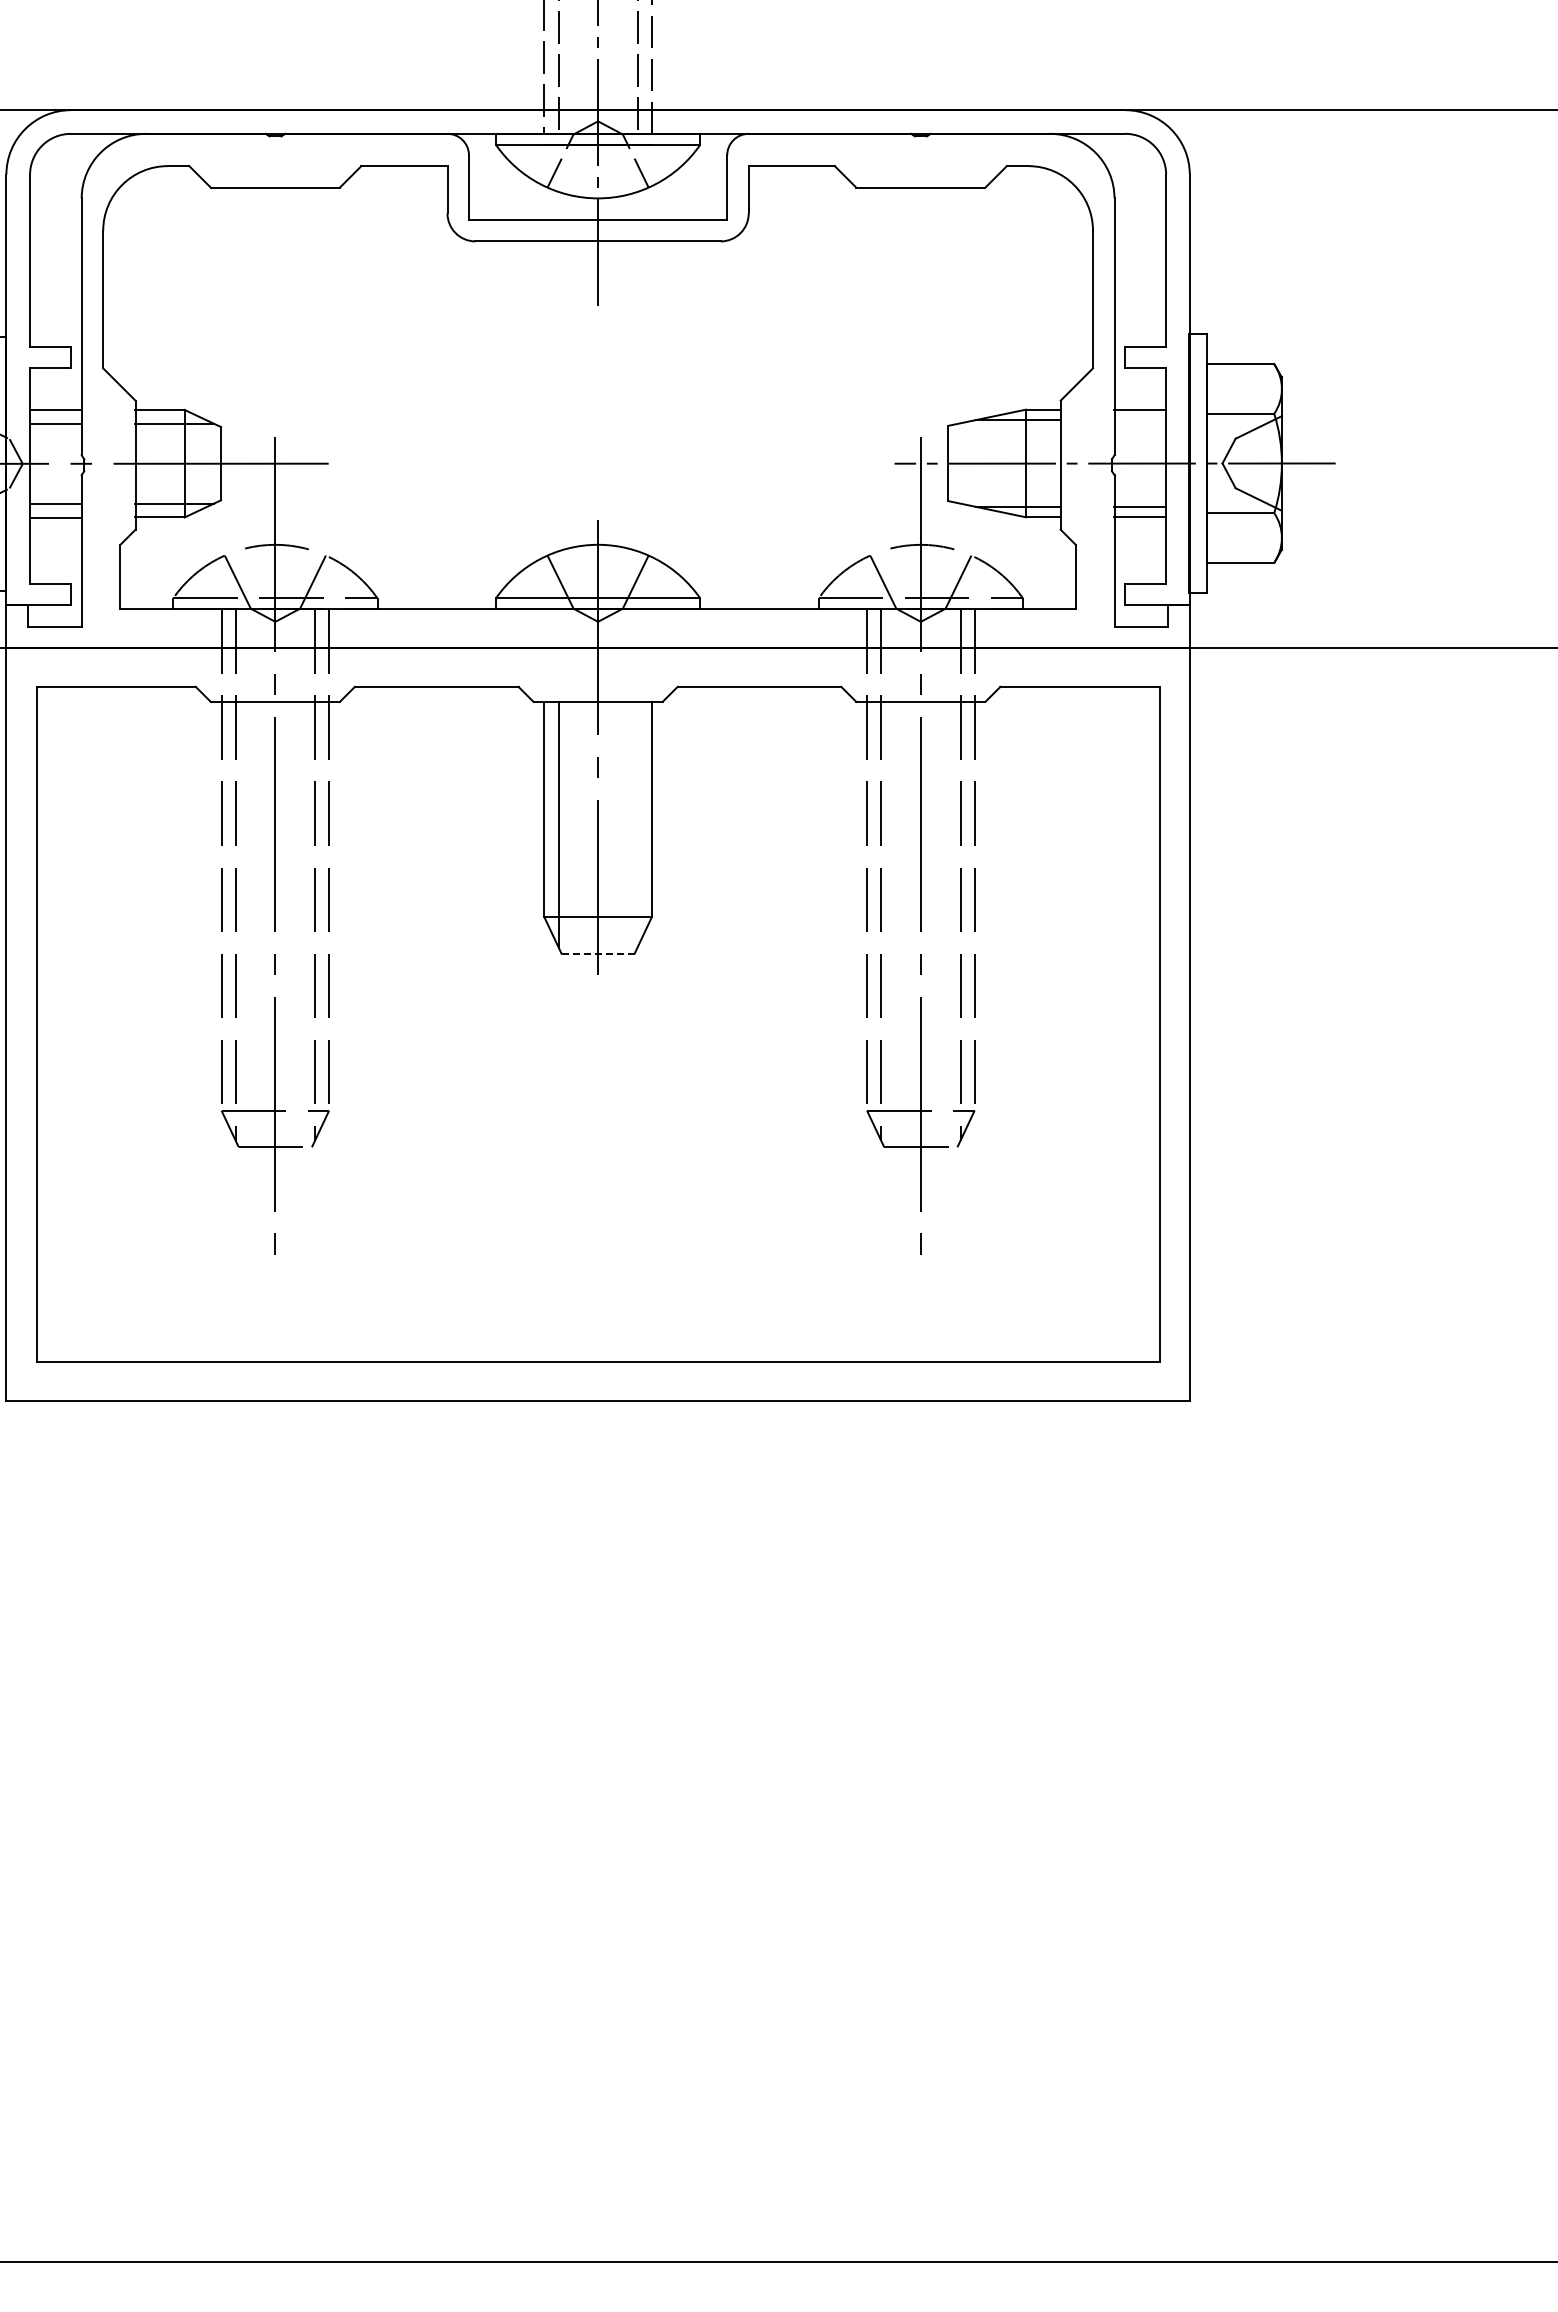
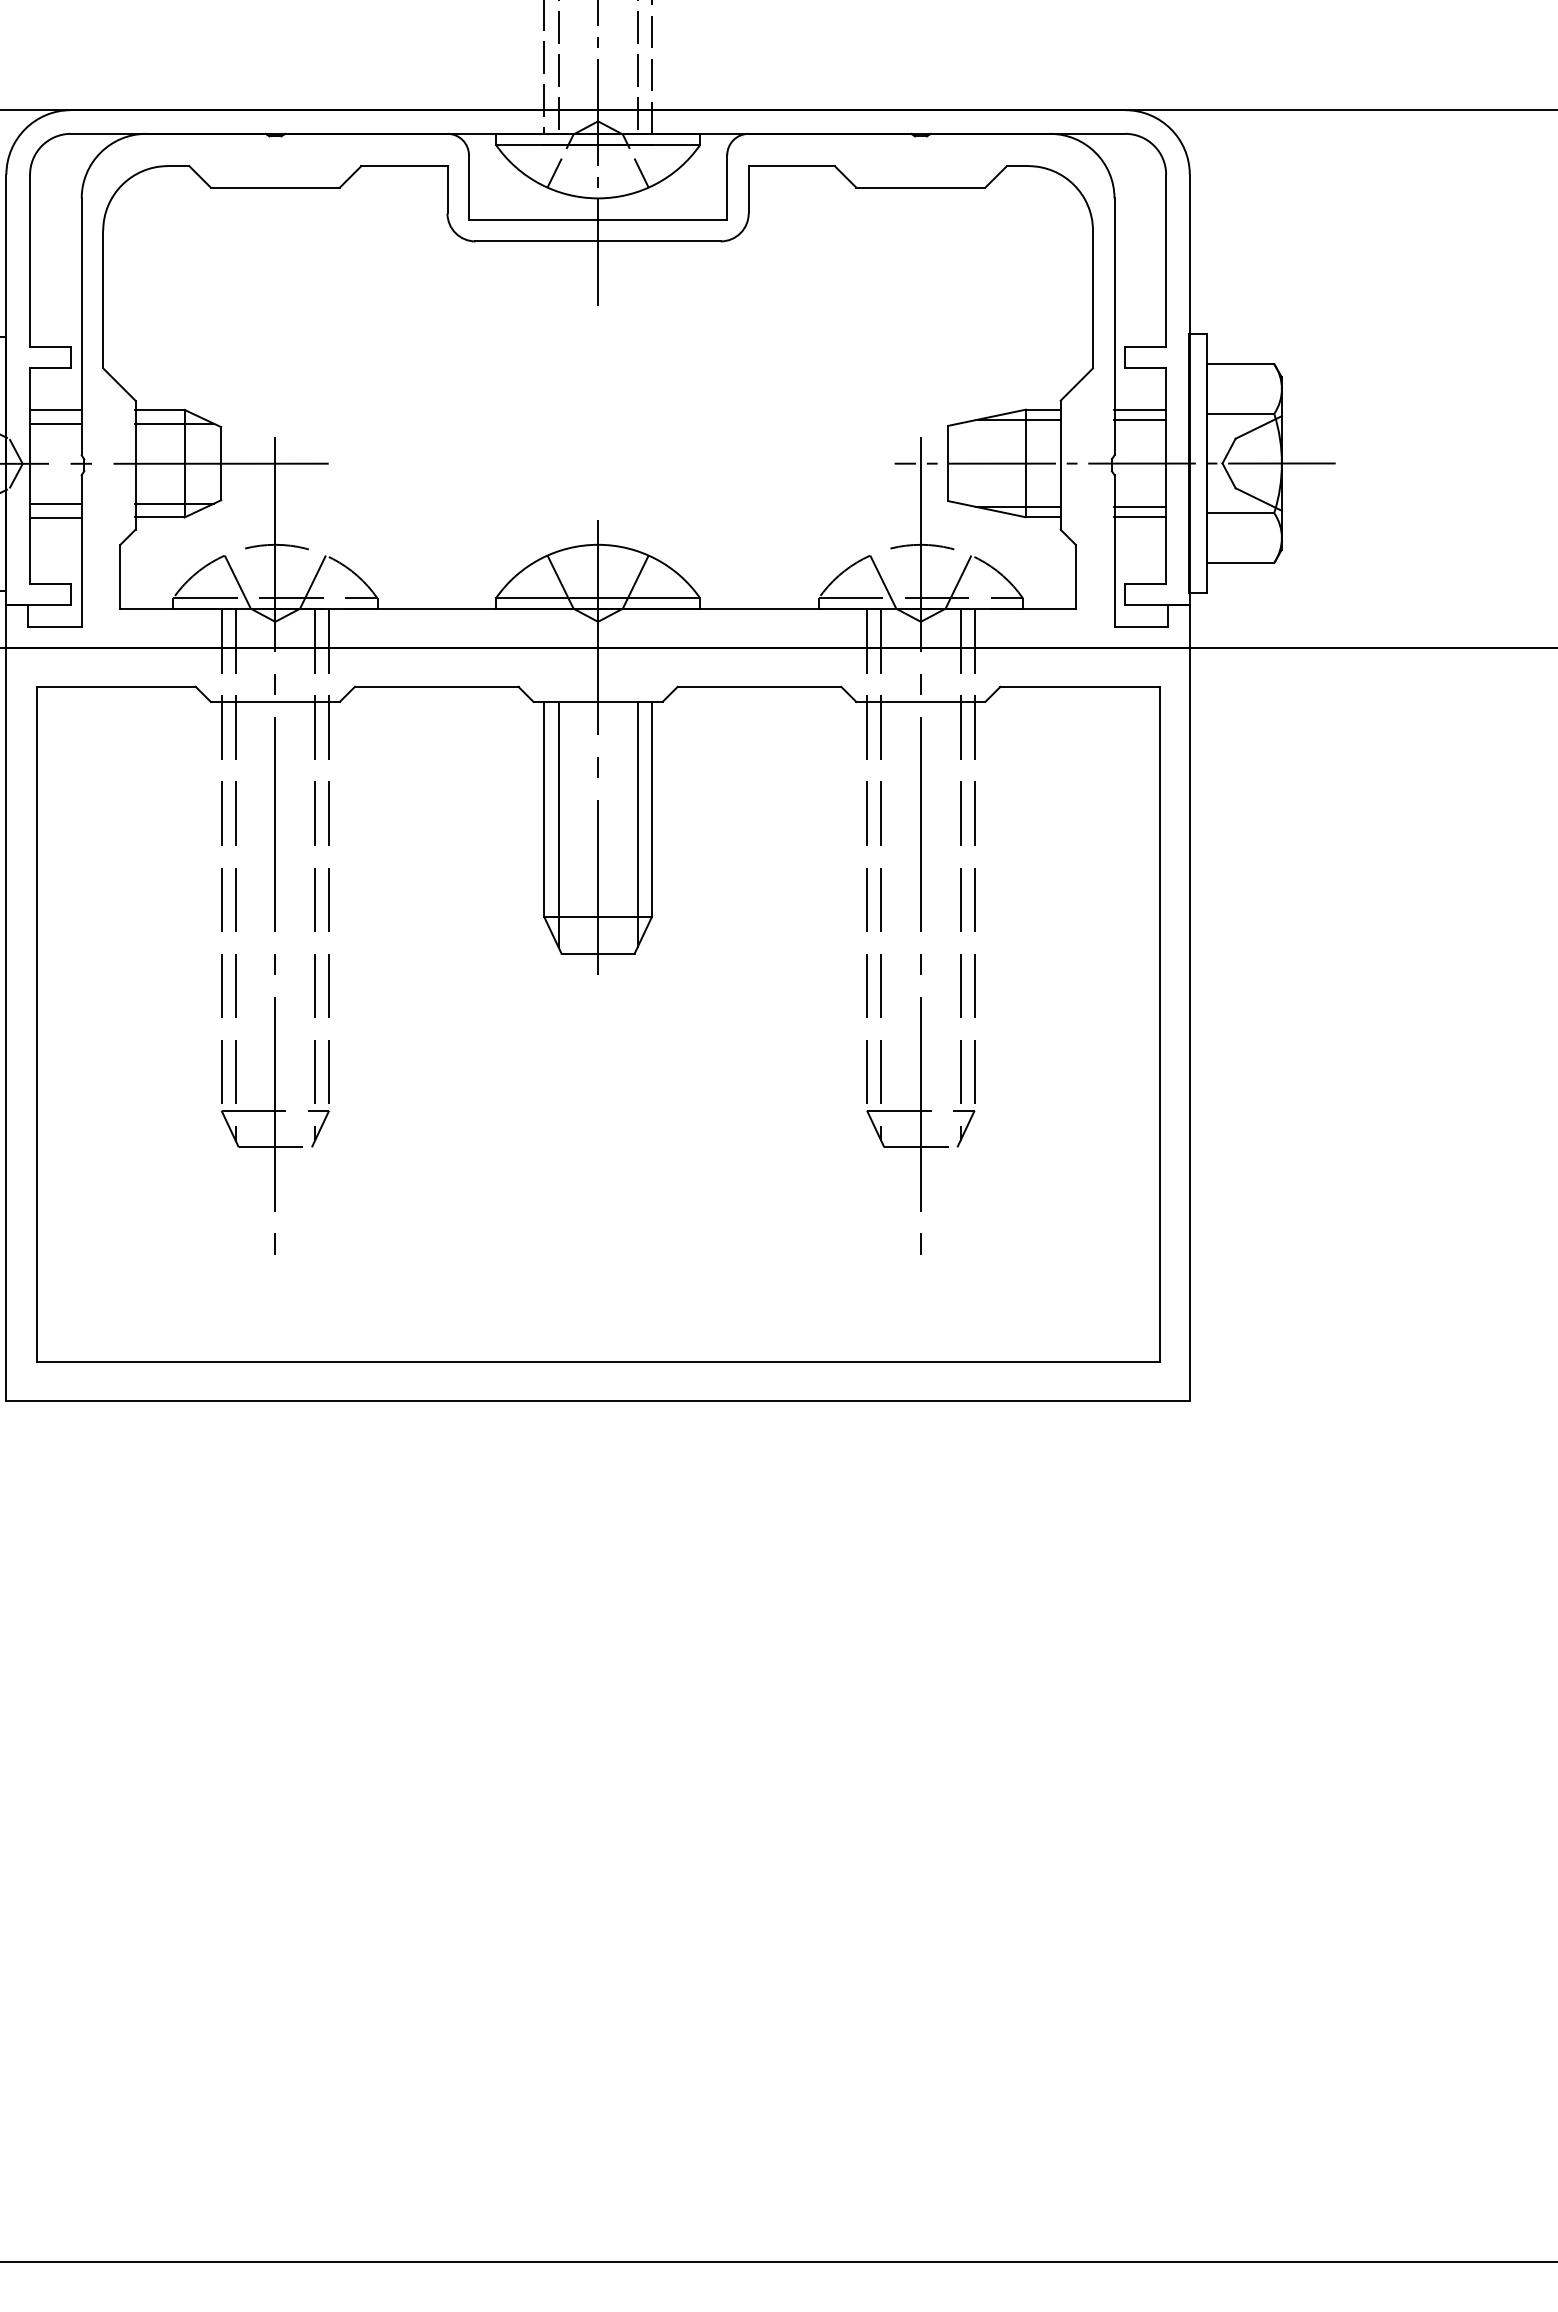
line at (1139, 420): none -> present
line at (637, 823): none -> present
line at (598, 953): dashed -> solid
